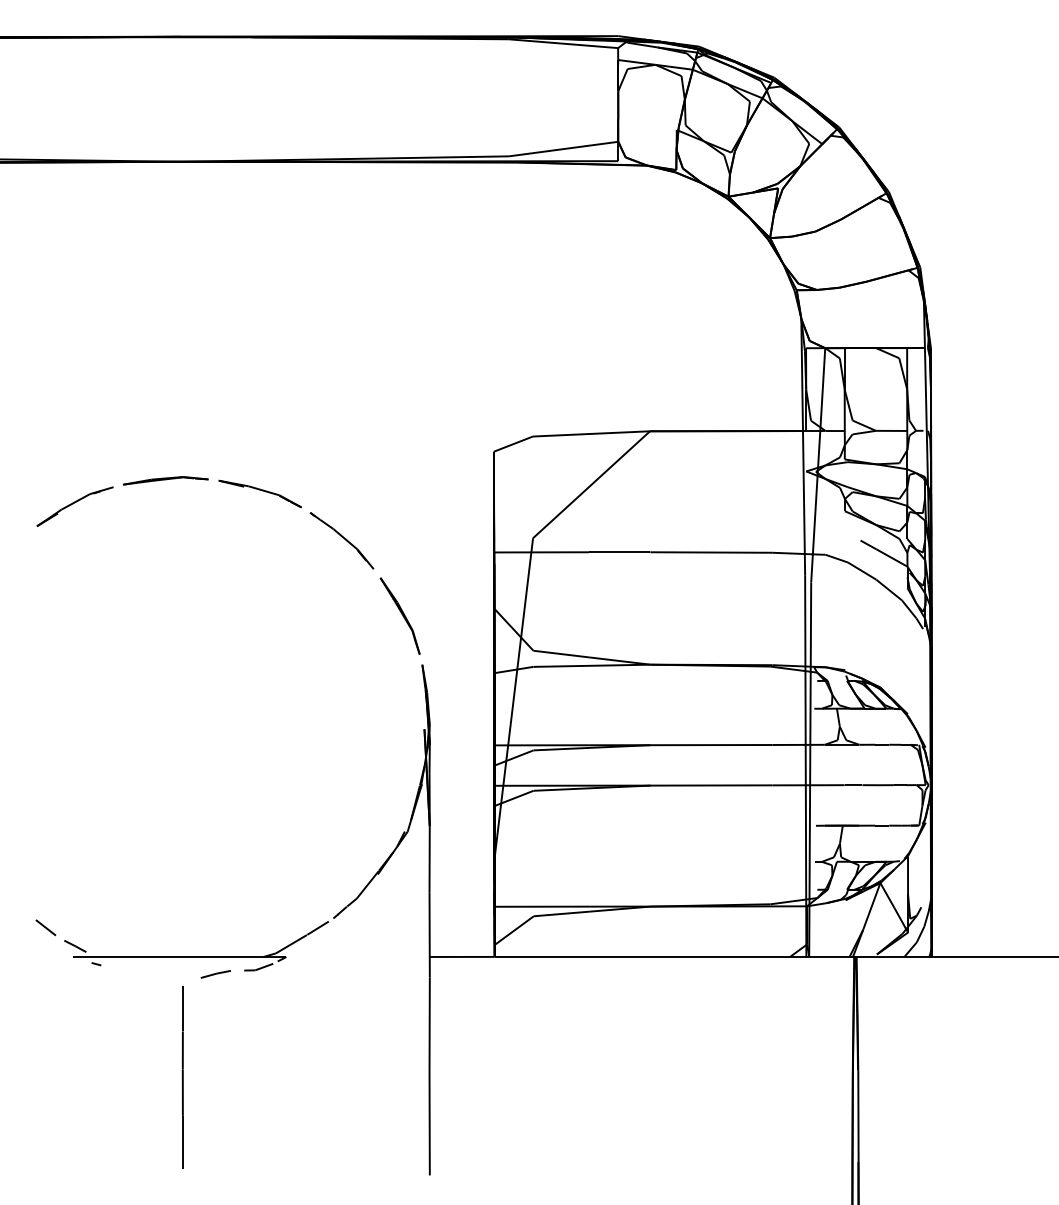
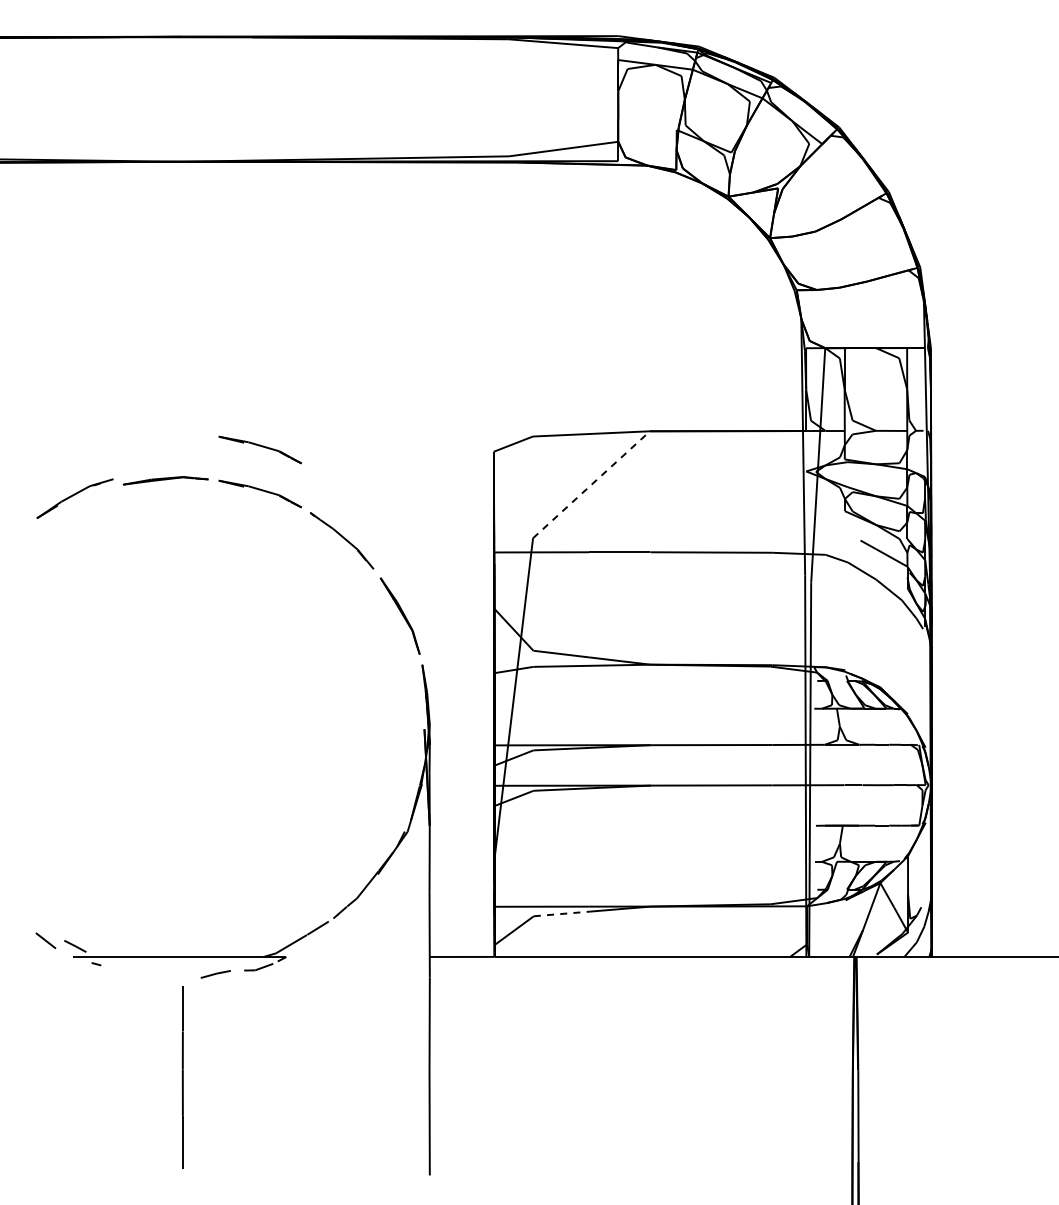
part at (259, 449): none -> present
line at (591, 484): solid -> dashed
part at (74, 506) position: (74, 506) -> (74, 498)
line at (561, 913): solid -> dashed
line at (45, 927) position: (45, 927) -> (45, 940)
